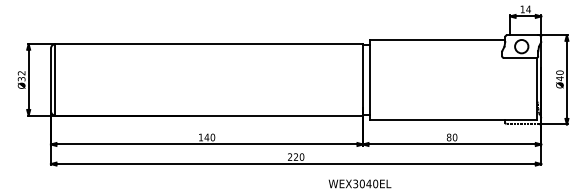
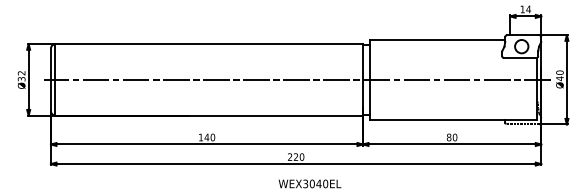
line at (296, 79): none -> present
text at (359, 183) position: (359, 183) -> (309, 183)
